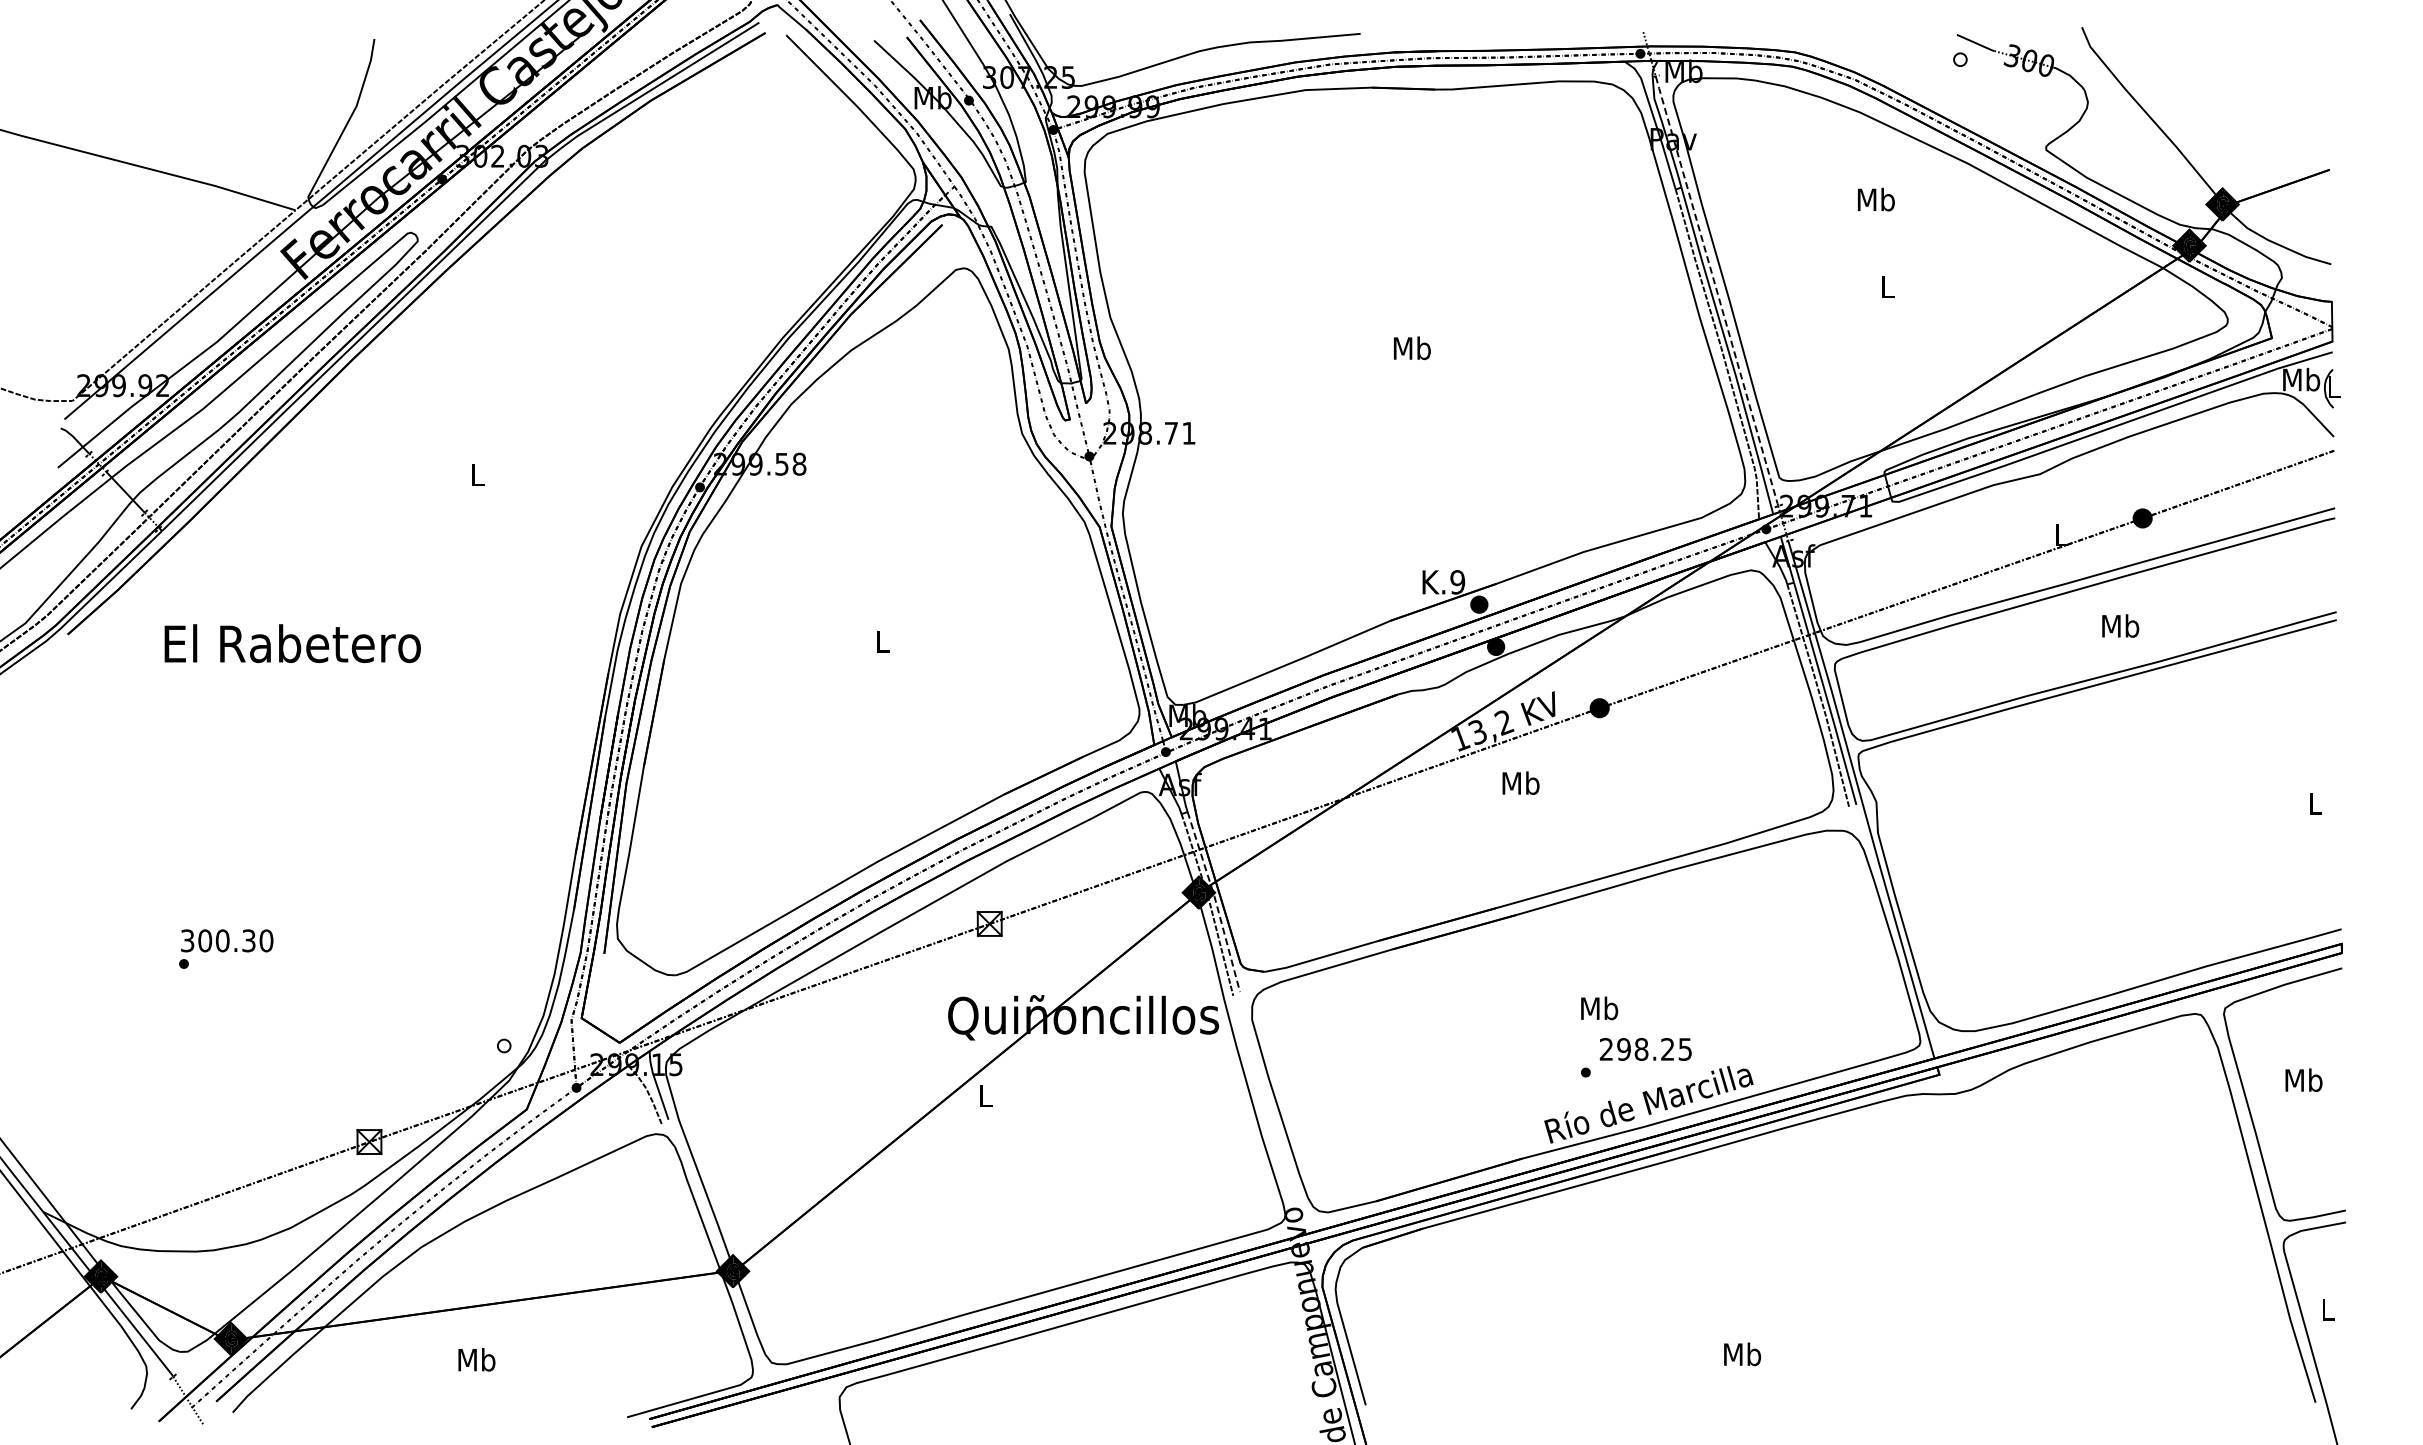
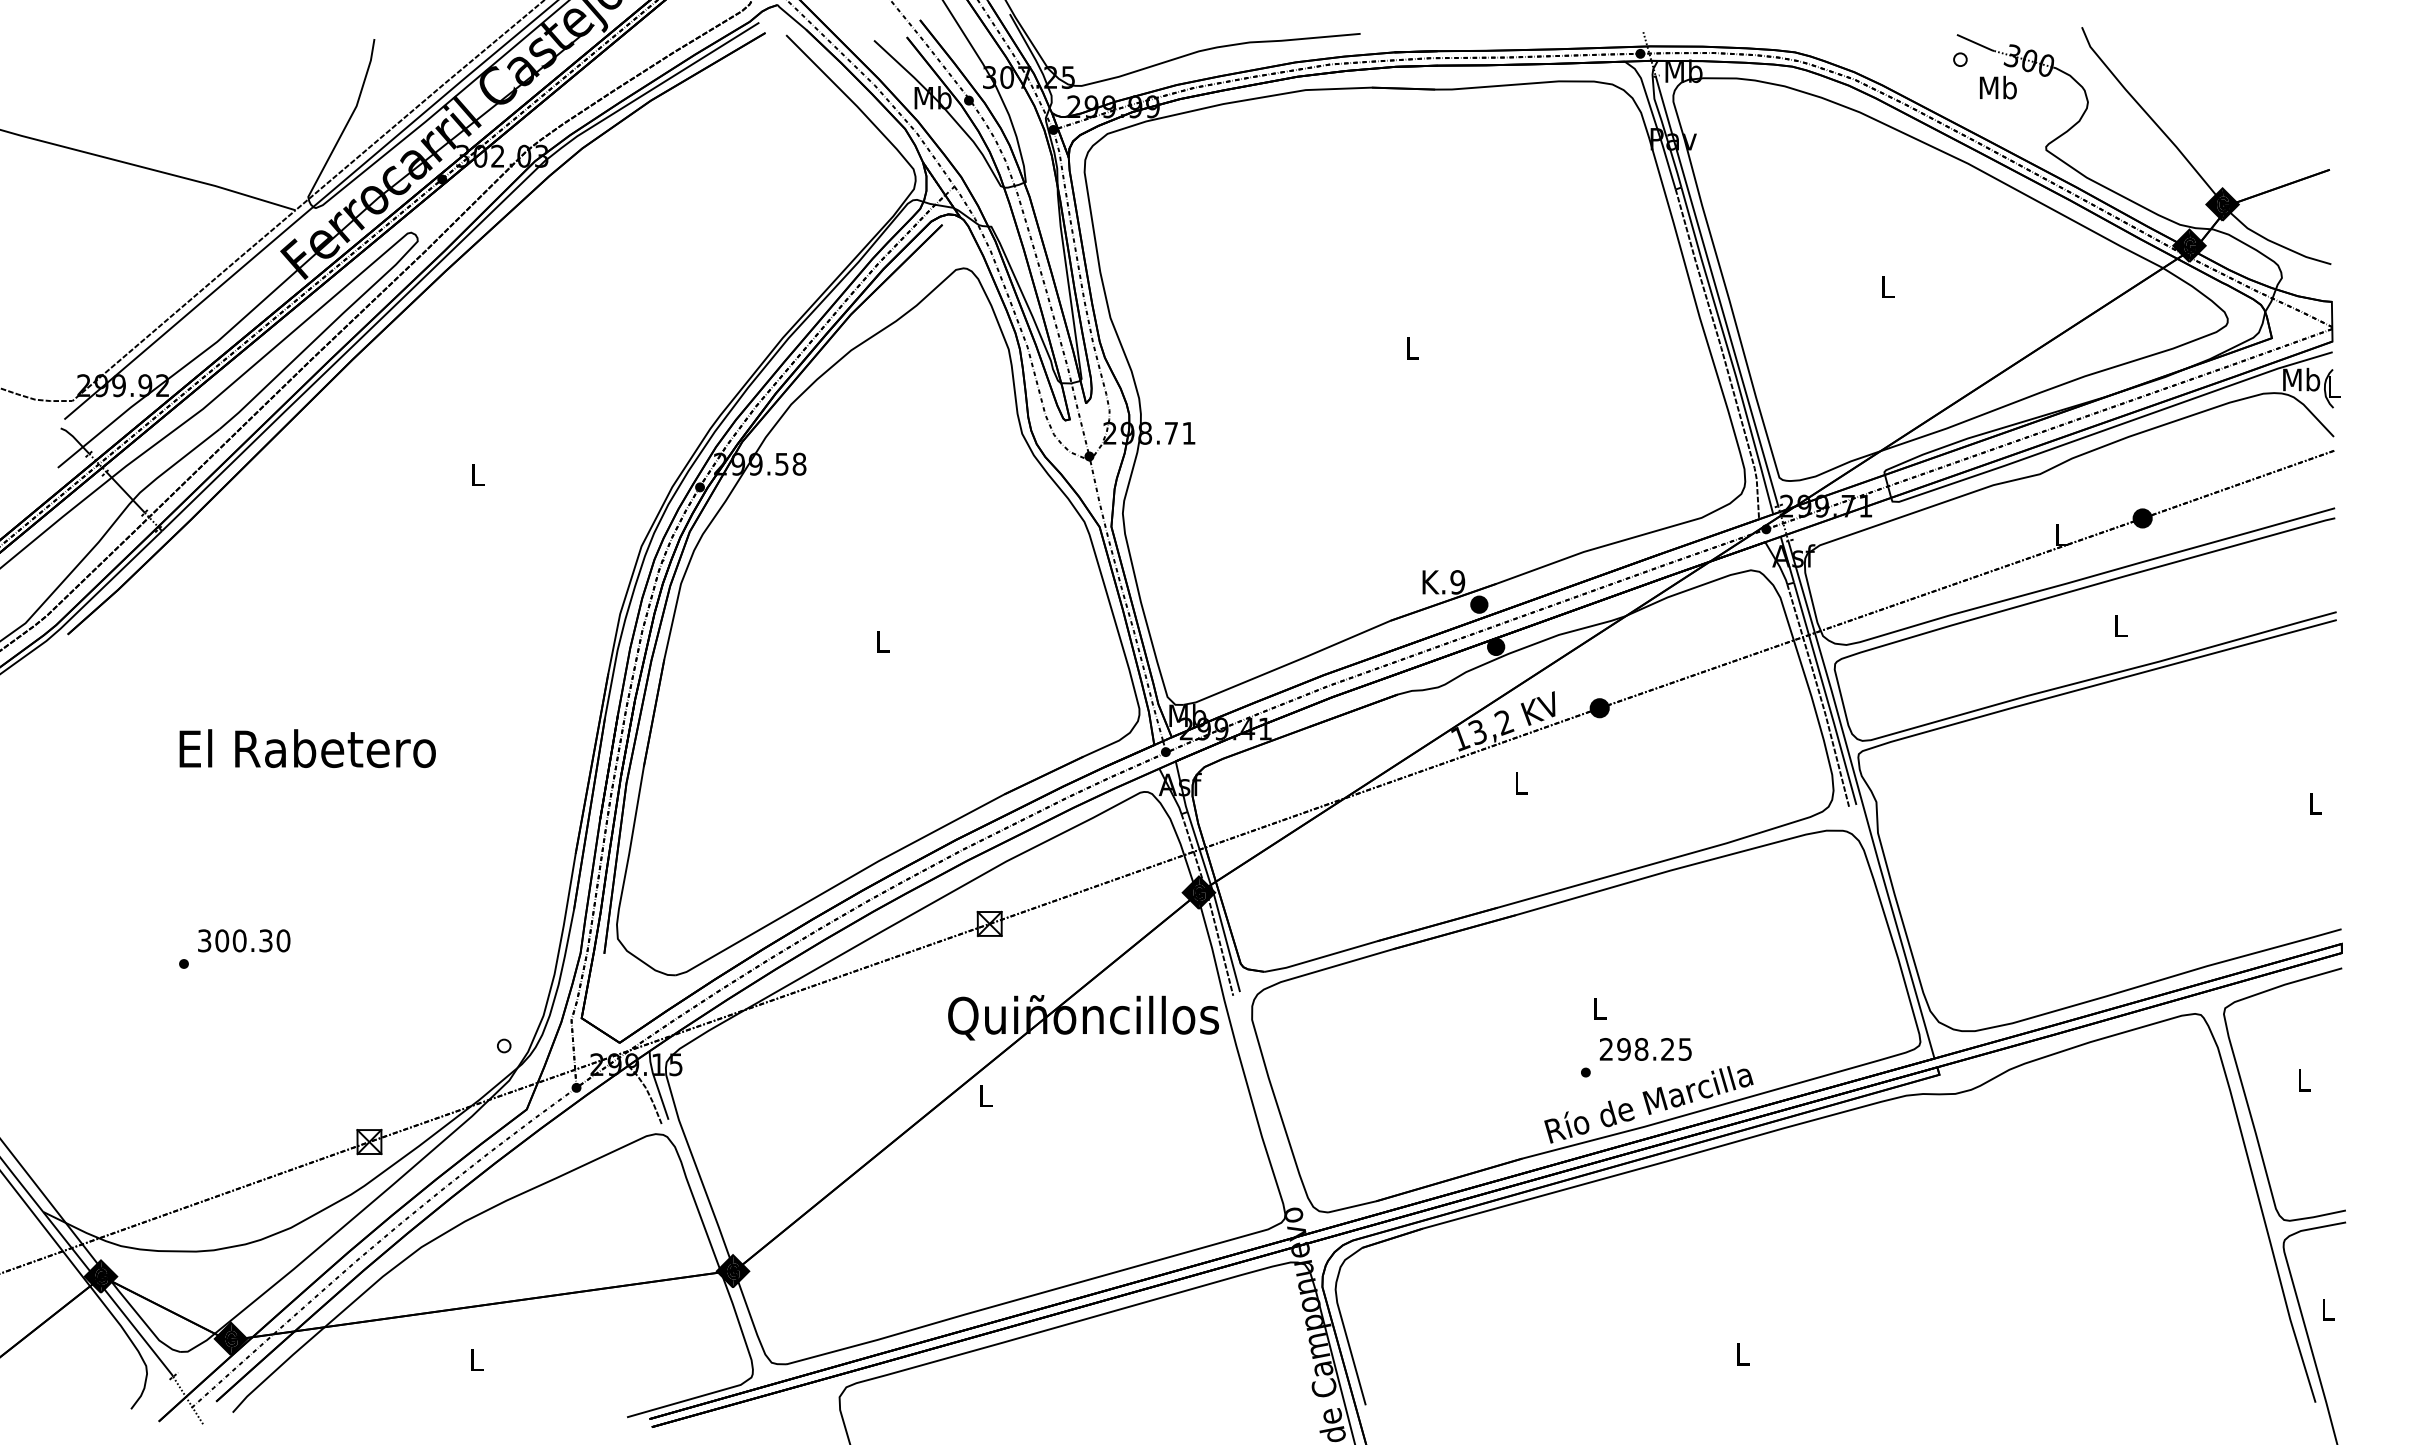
text at (1876, 199) position: (1876, 199) -> (1998, 87)
line at (1717, 291): dashed -> solid
text at (1411, 348): Mb -> L
text at (2120, 625): Mb -> L
text at (292, 643) position: (292, 643) -> (307, 748)
text at (1520, 782): Mb -> L
line at (1215, 901): dashed -> solid
text at (227, 940) position: (227, 940) -> (244, 940)
text at (1599, 1008): Mb -> L
text at (2303, 1079): Mb -> L
text at (1742, 1354): Mb -> L
text at (476, 1359): Mb -> L
